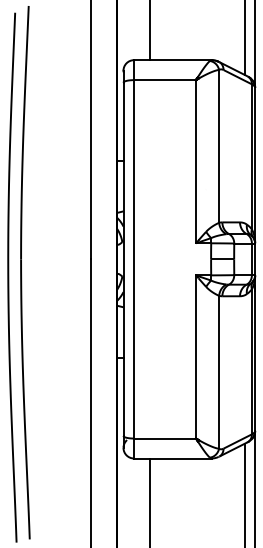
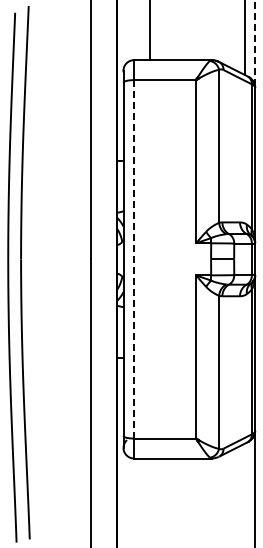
line at (255, 44): solid -> dashed
line at (134, 259): solid -> dashed
line at (244, 493): present -> none
line at (149, 501): present -> none
